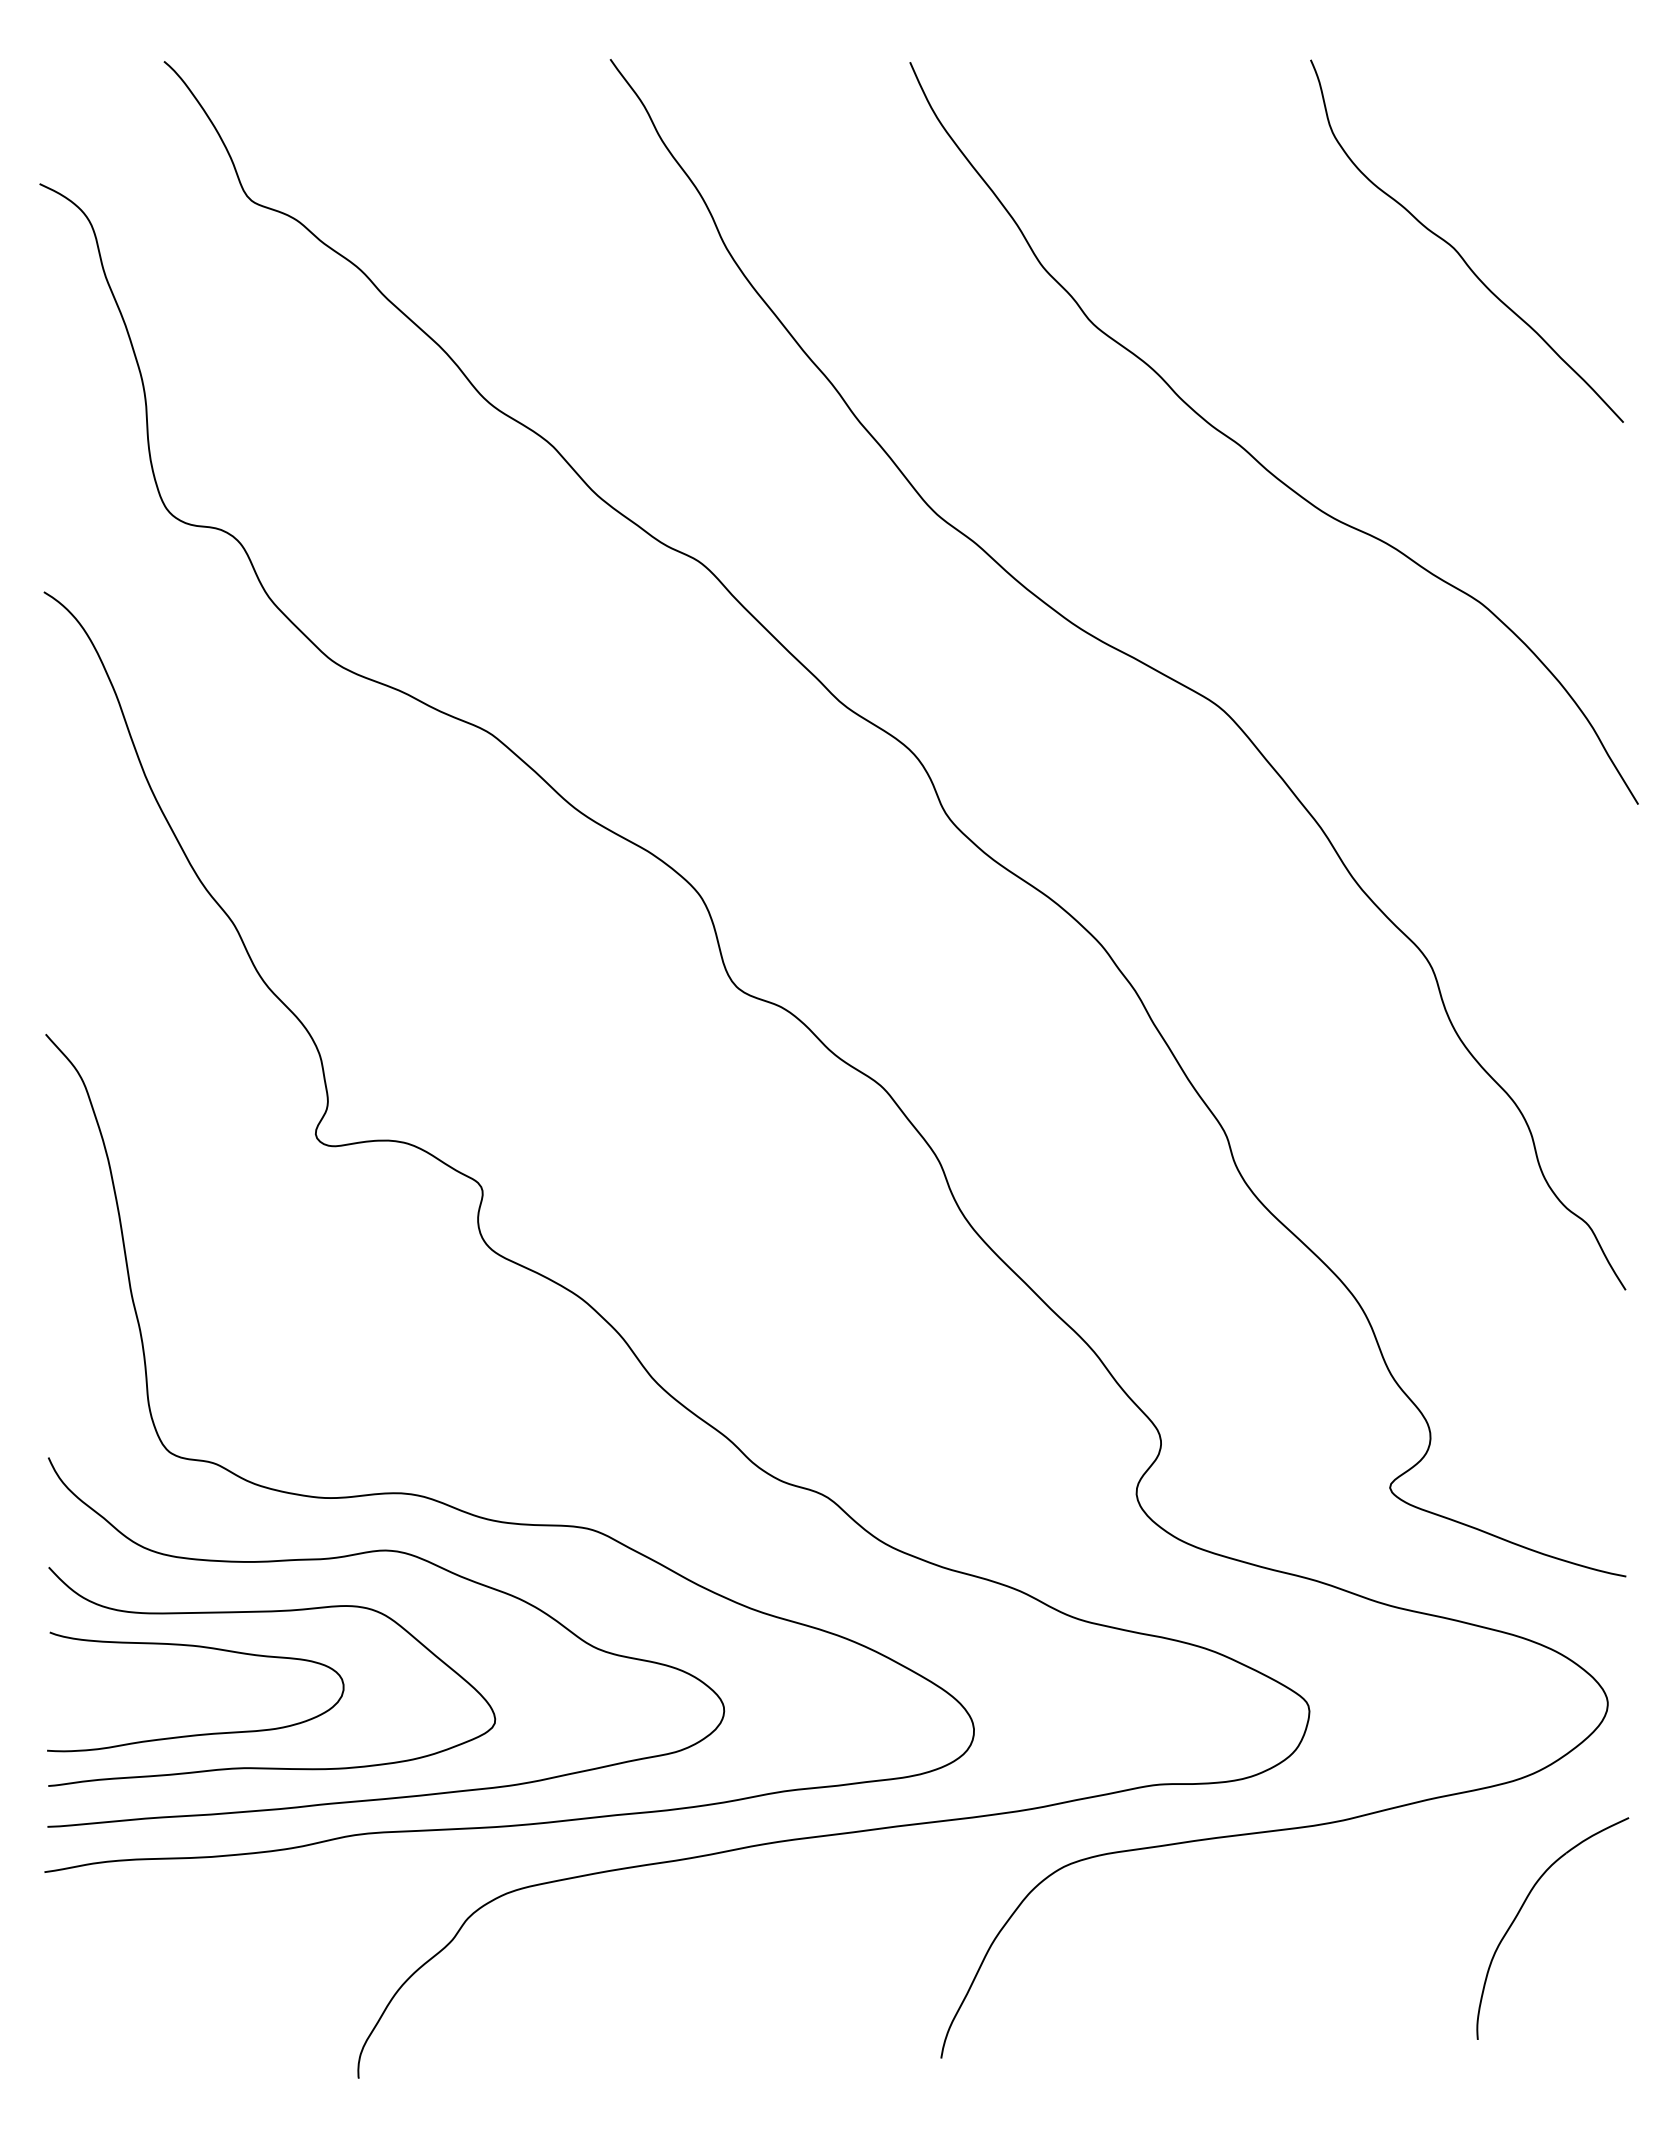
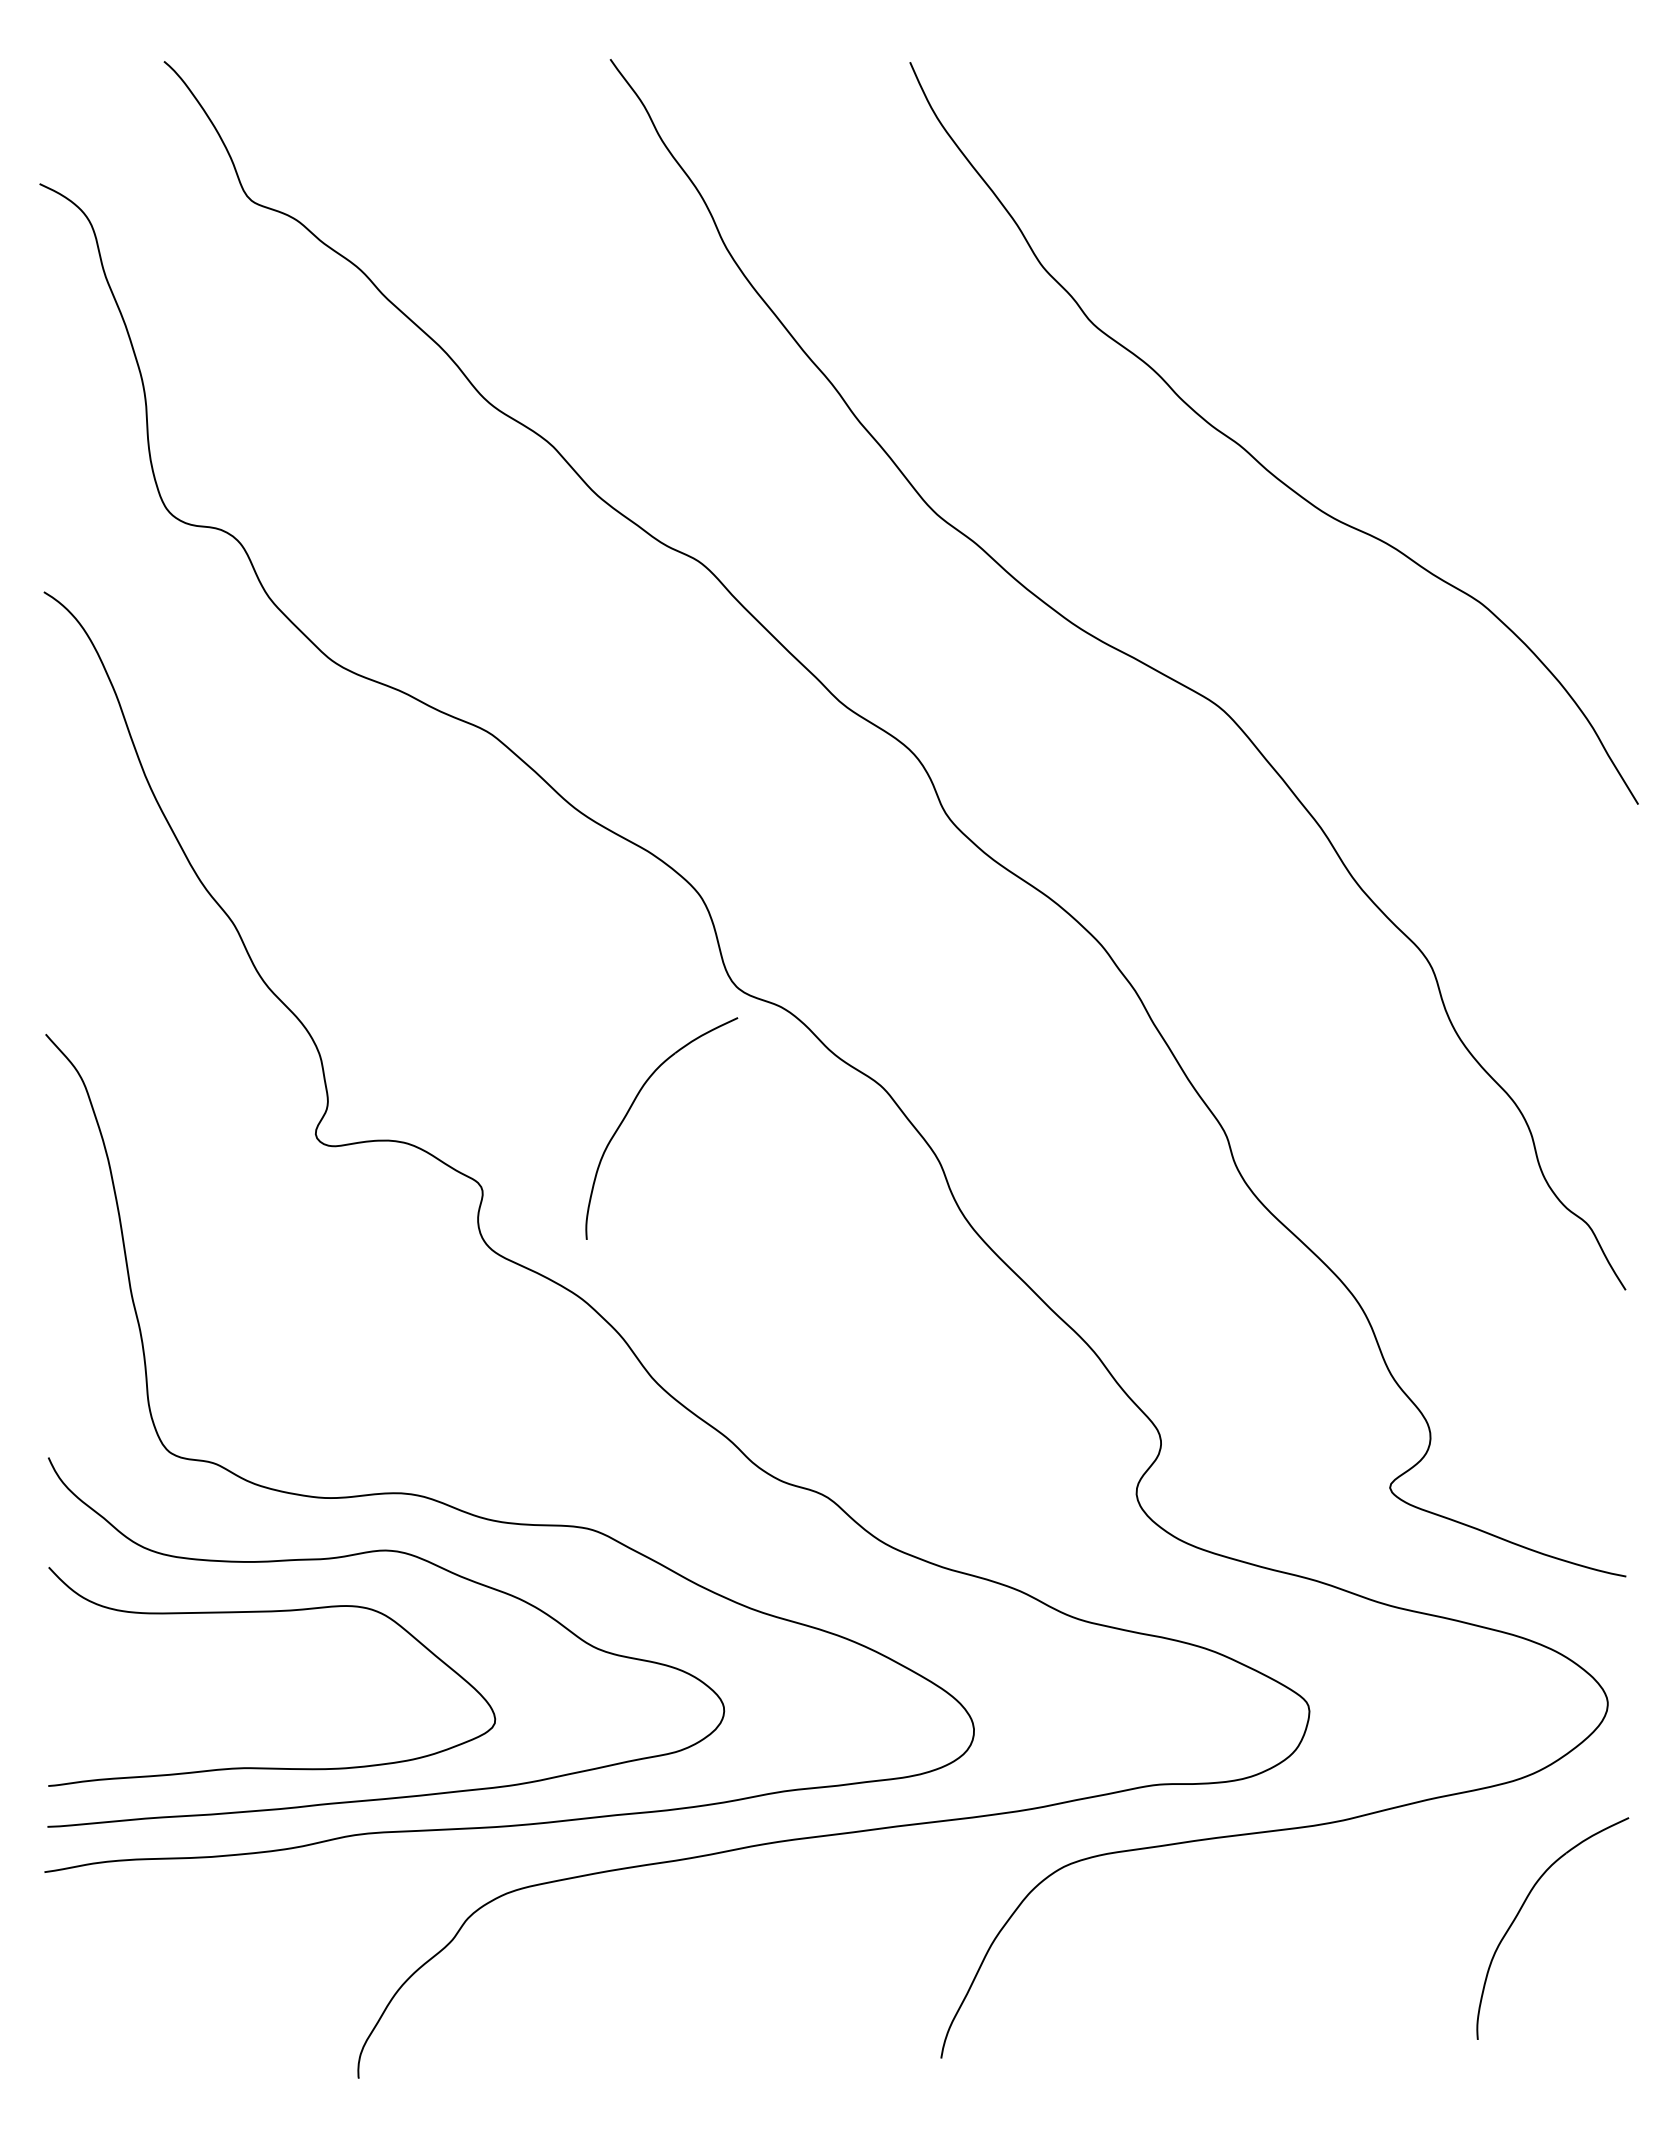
curve at (1456, 249): present -> none
part at (629, 1111): none -> present
curve at (202, 1733): present -> none
